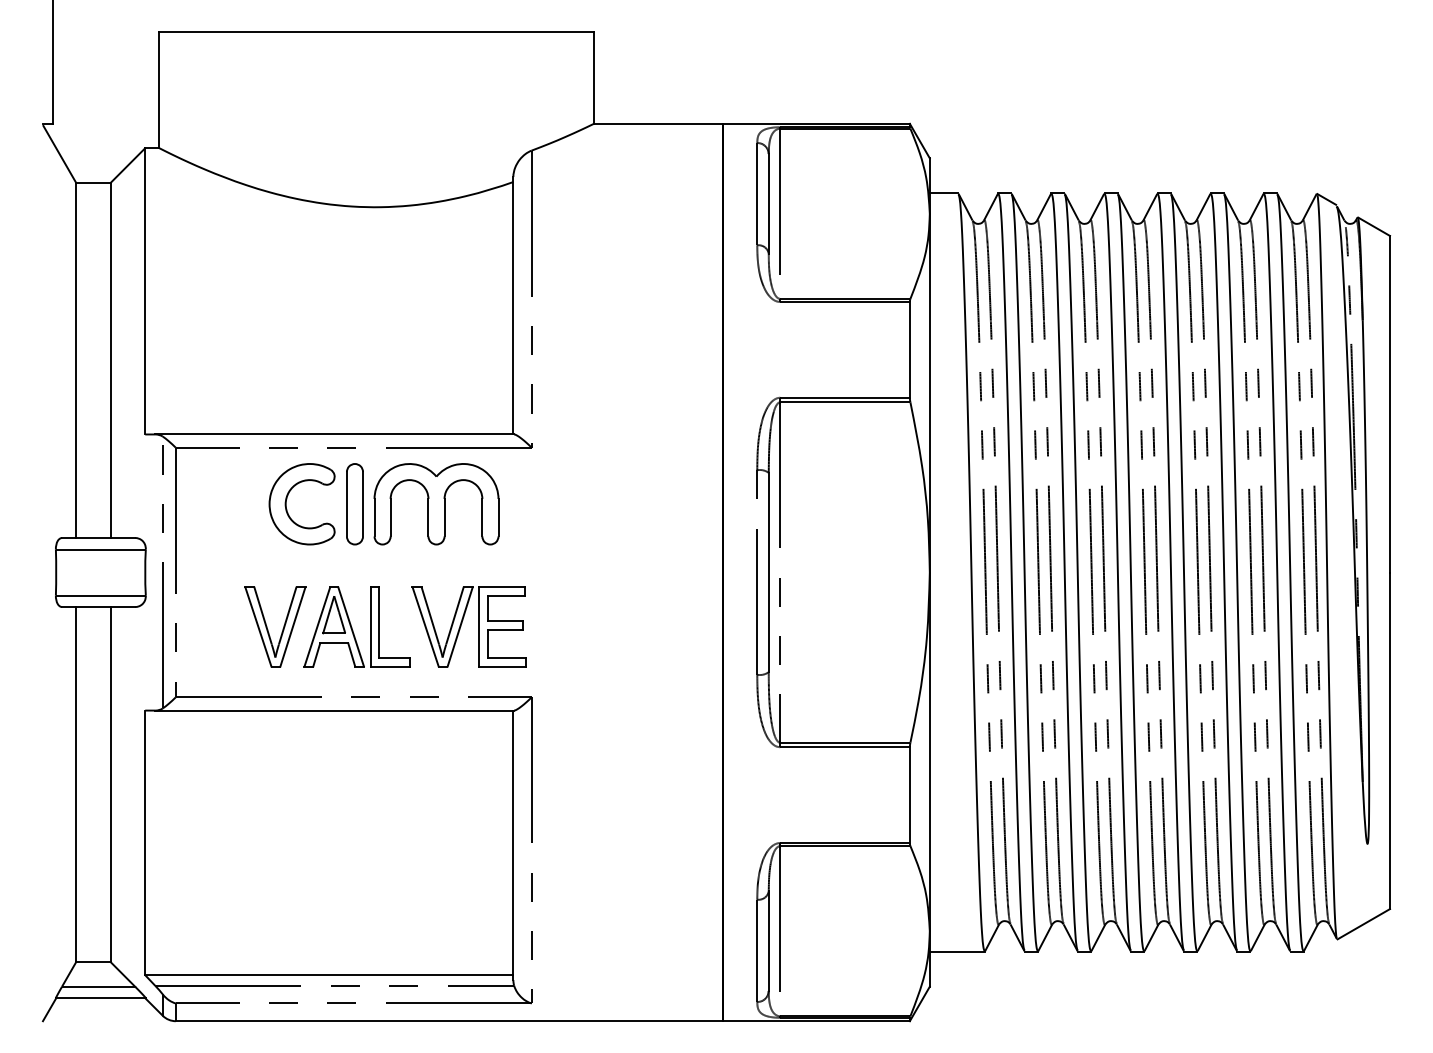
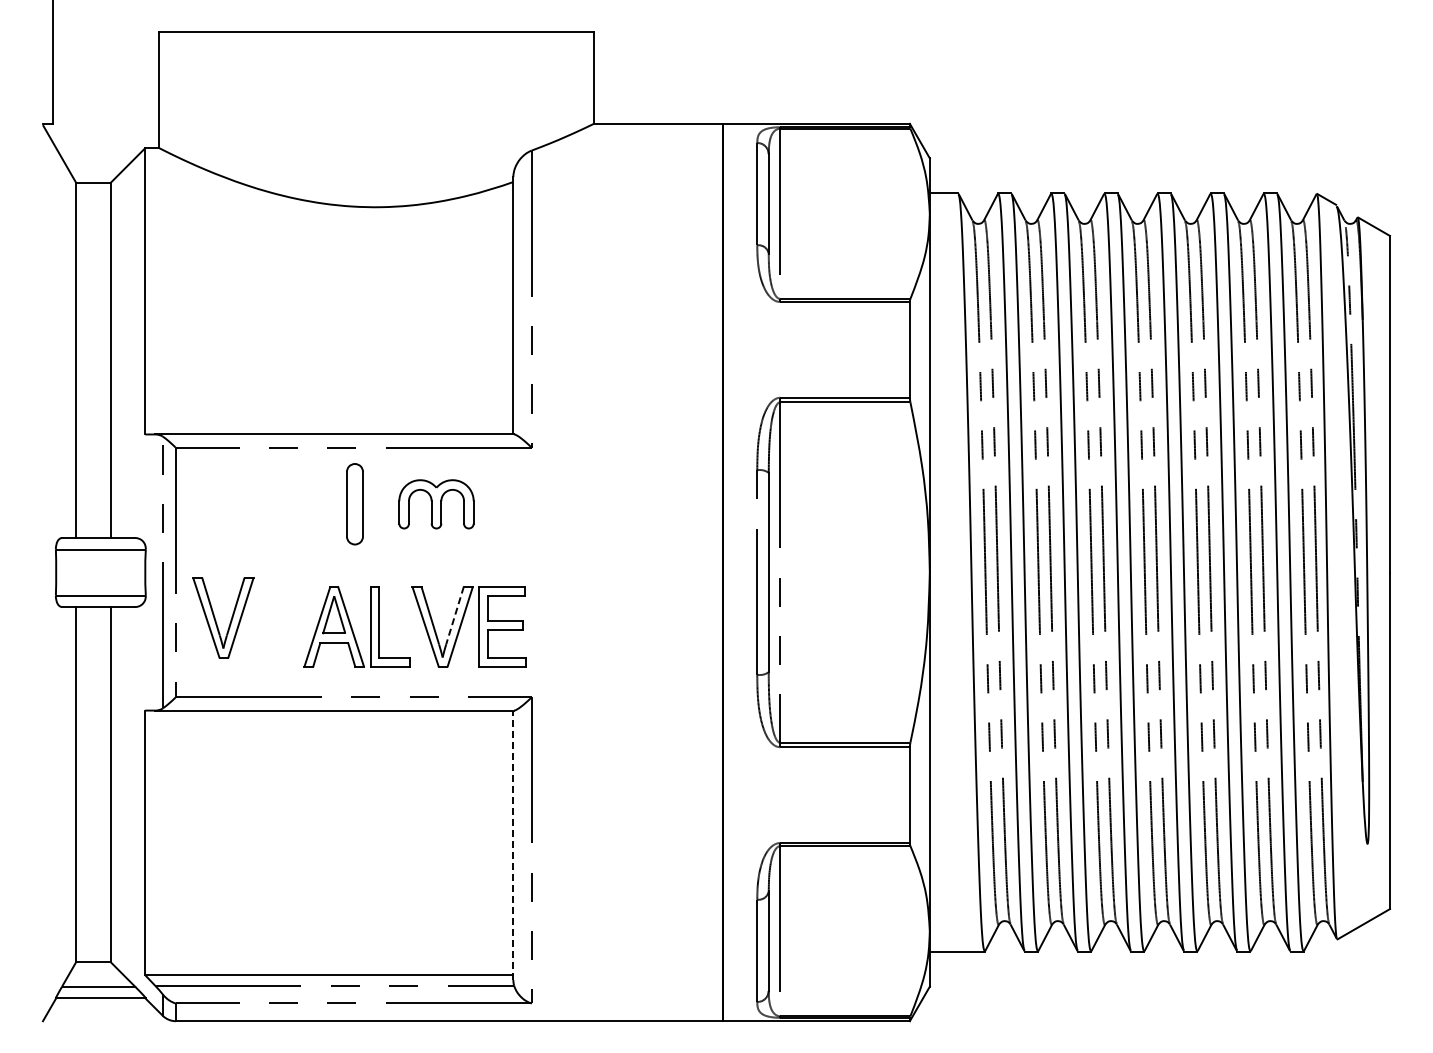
part at (287, 499): present -> none
part at (436, 504) size: 127x83 px -> 77x51 px
line at (454, 616): solid -> dashed
part at (282, 628) position: (282, 628) -> (230, 619)
line at (513, 845): solid -> dashed
